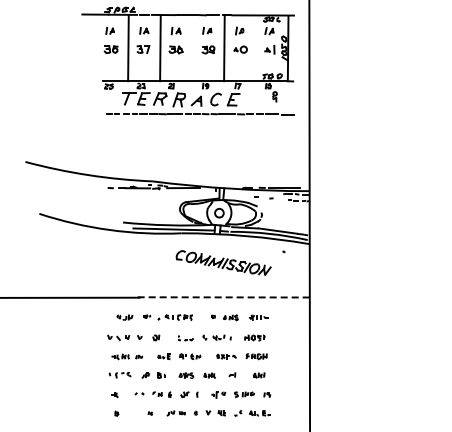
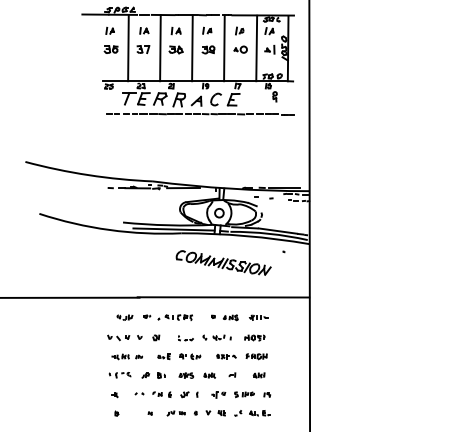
line at (192, 48): none -> present
line at (256, 48): none -> present
line at (223, 297): dashed -> solid
